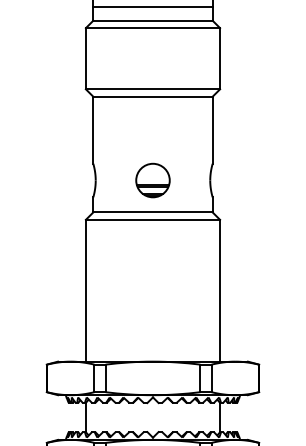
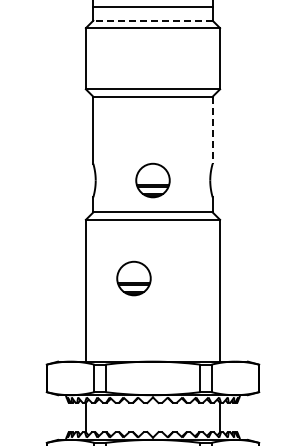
line at (152, 20): solid -> dashed
line at (212, 130): solid -> dashed
part at (133, 278): none -> present
